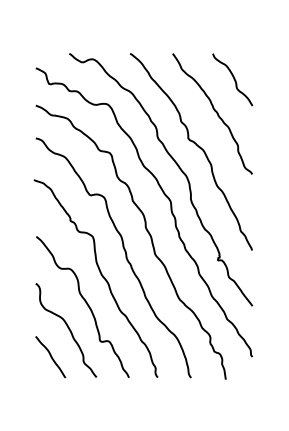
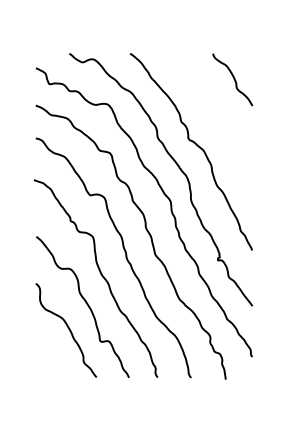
curve at (214, 111): present -> none
curve at (50, 357): present -> none
